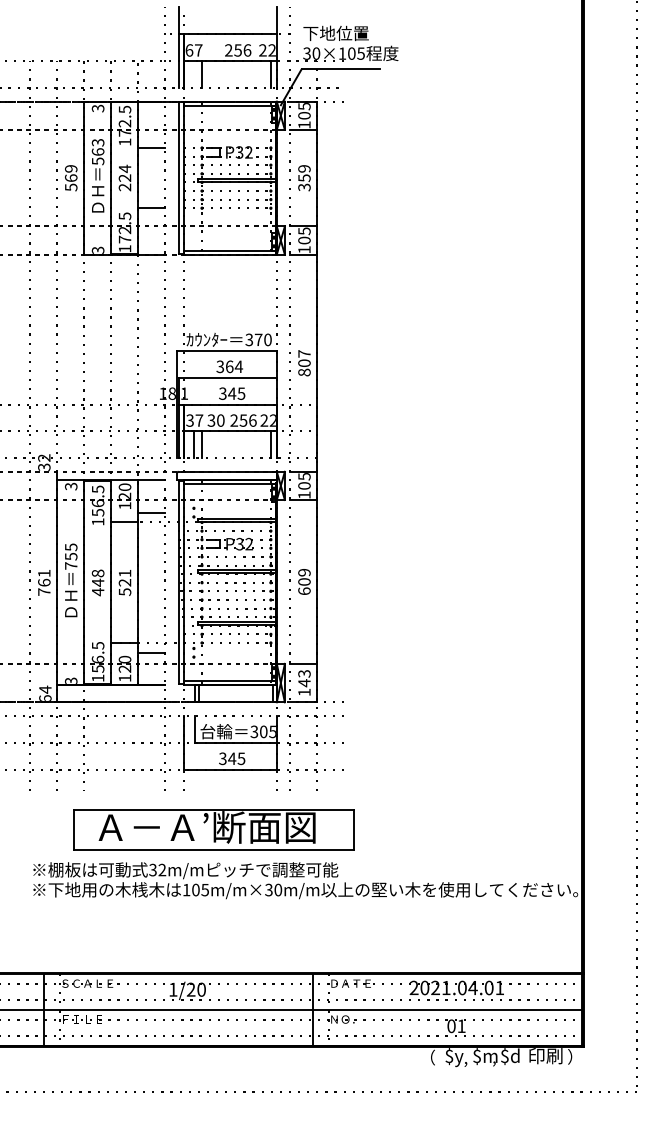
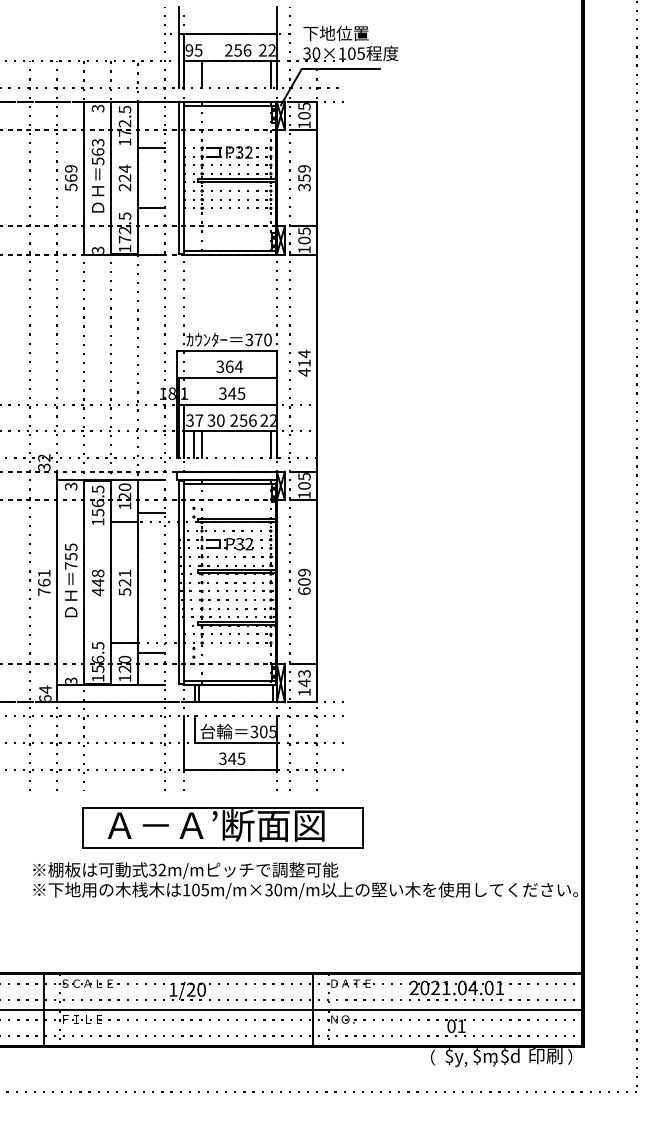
text at (193, 50): 67 -> 95
text at (304, 362): 807 -> 414
part at (213, 829) position: (213, 829) -> (222, 827)
